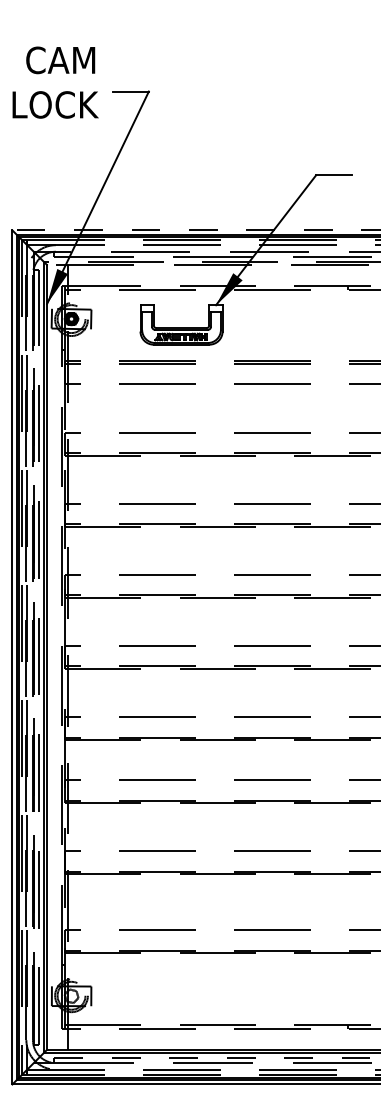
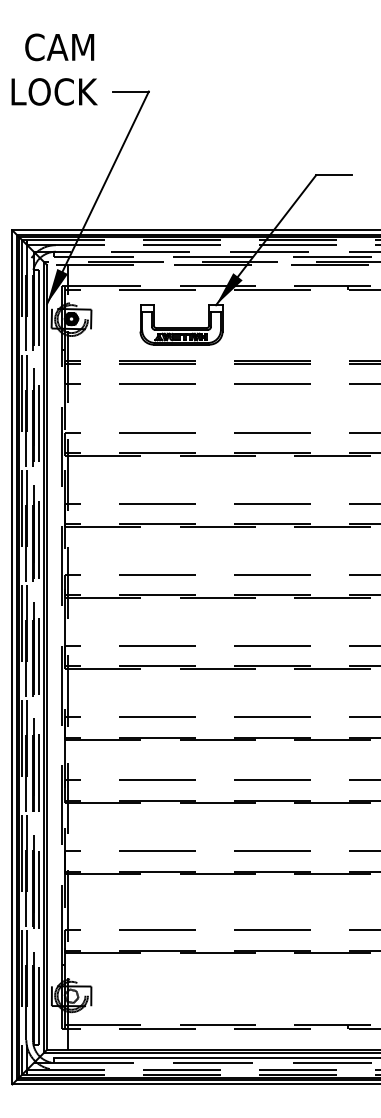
text at (55, 82) position: (55, 82) -> (54, 69)
line at (196, 230): dashed -> solid
line at (217, 1058): dashed -> solid
